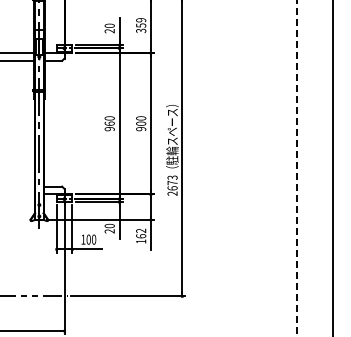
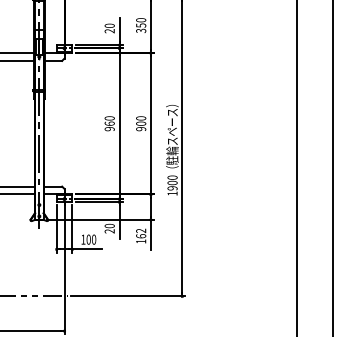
text at (141, 20): 359 -> 350
line at (296, 168): dashed -> solid
text at (172, 185): 2673 -> 1900
line at (18, 186): none -> present
line at (18, 194): none -> present
